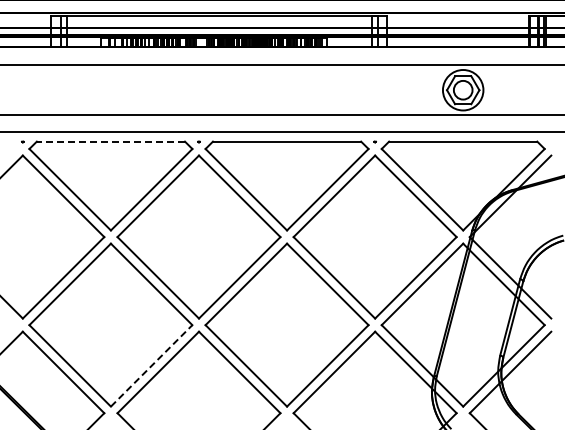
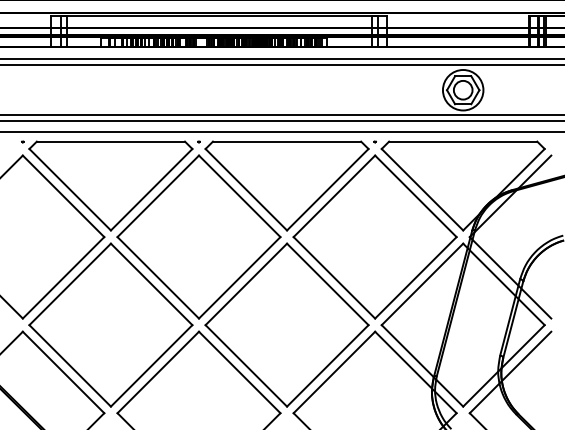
line at (281, 59): none -> present
line at (281, 121): none -> present
line at (110, 141): dashed -> solid
line at (151, 365): dashed -> solid
